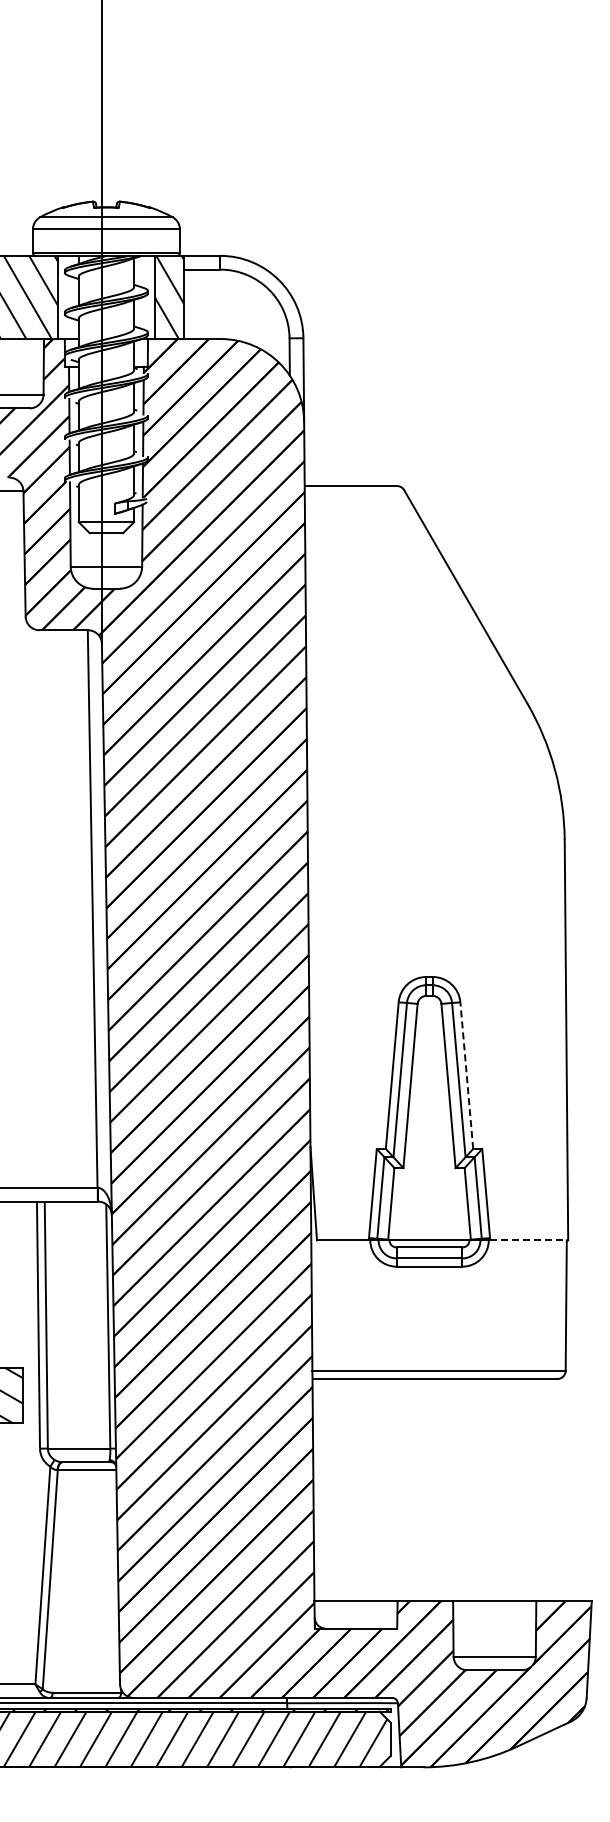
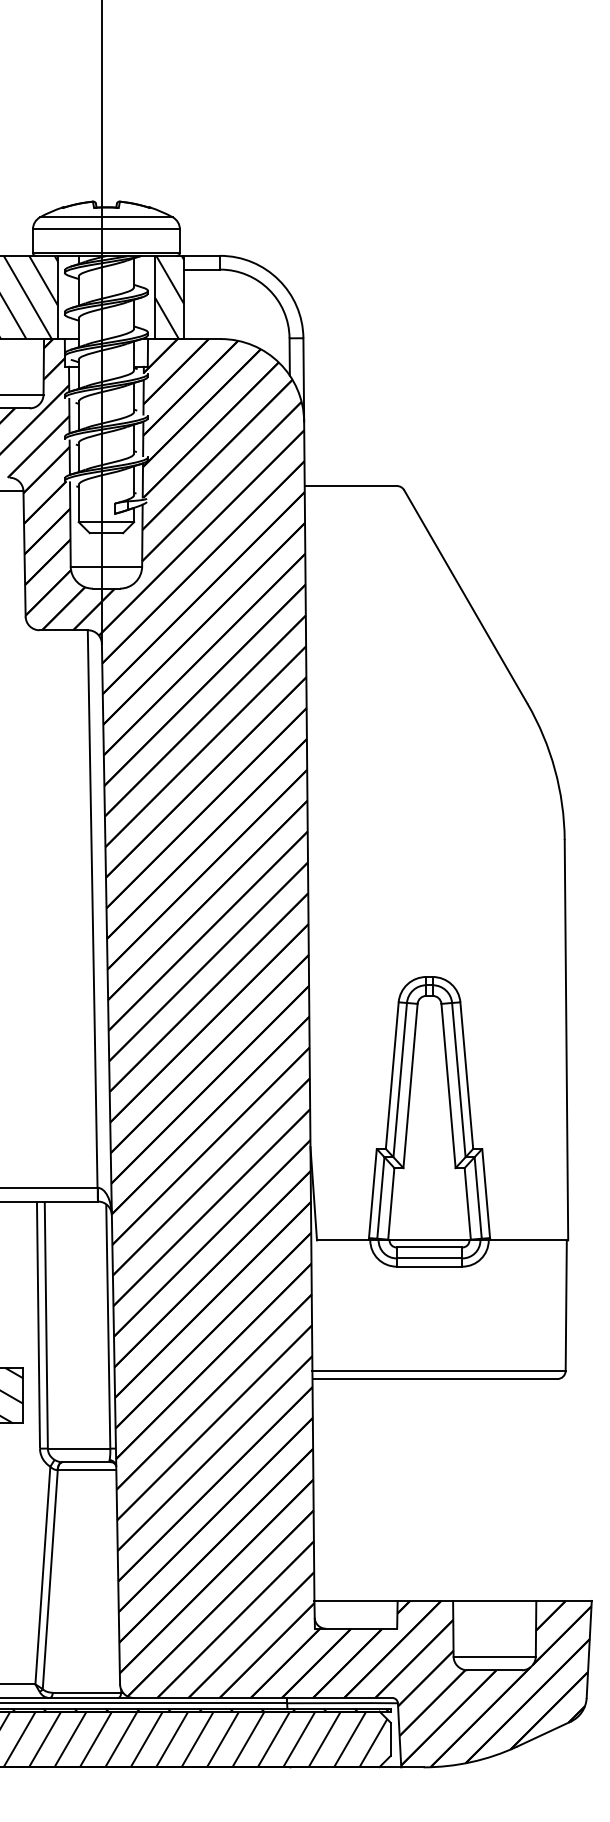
line at (466, 1075): dashed -> solid
line at (529, 1240): dashed -> solid
